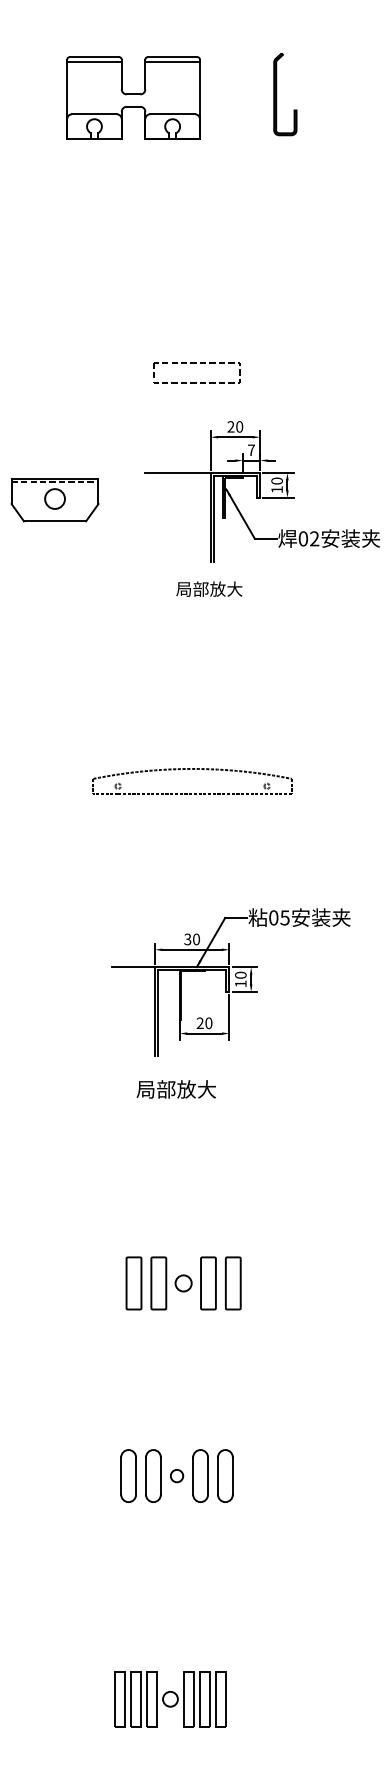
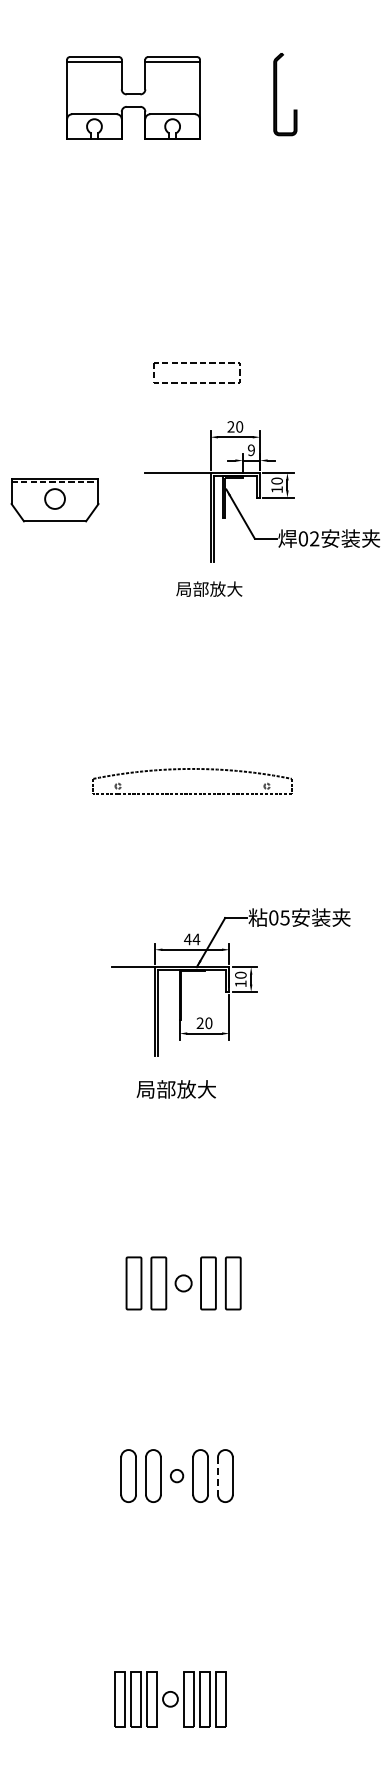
text at (250, 450): 7 -> 9
text at (191, 939): 30 -> 44
line at (217, 1476): solid -> dashed
